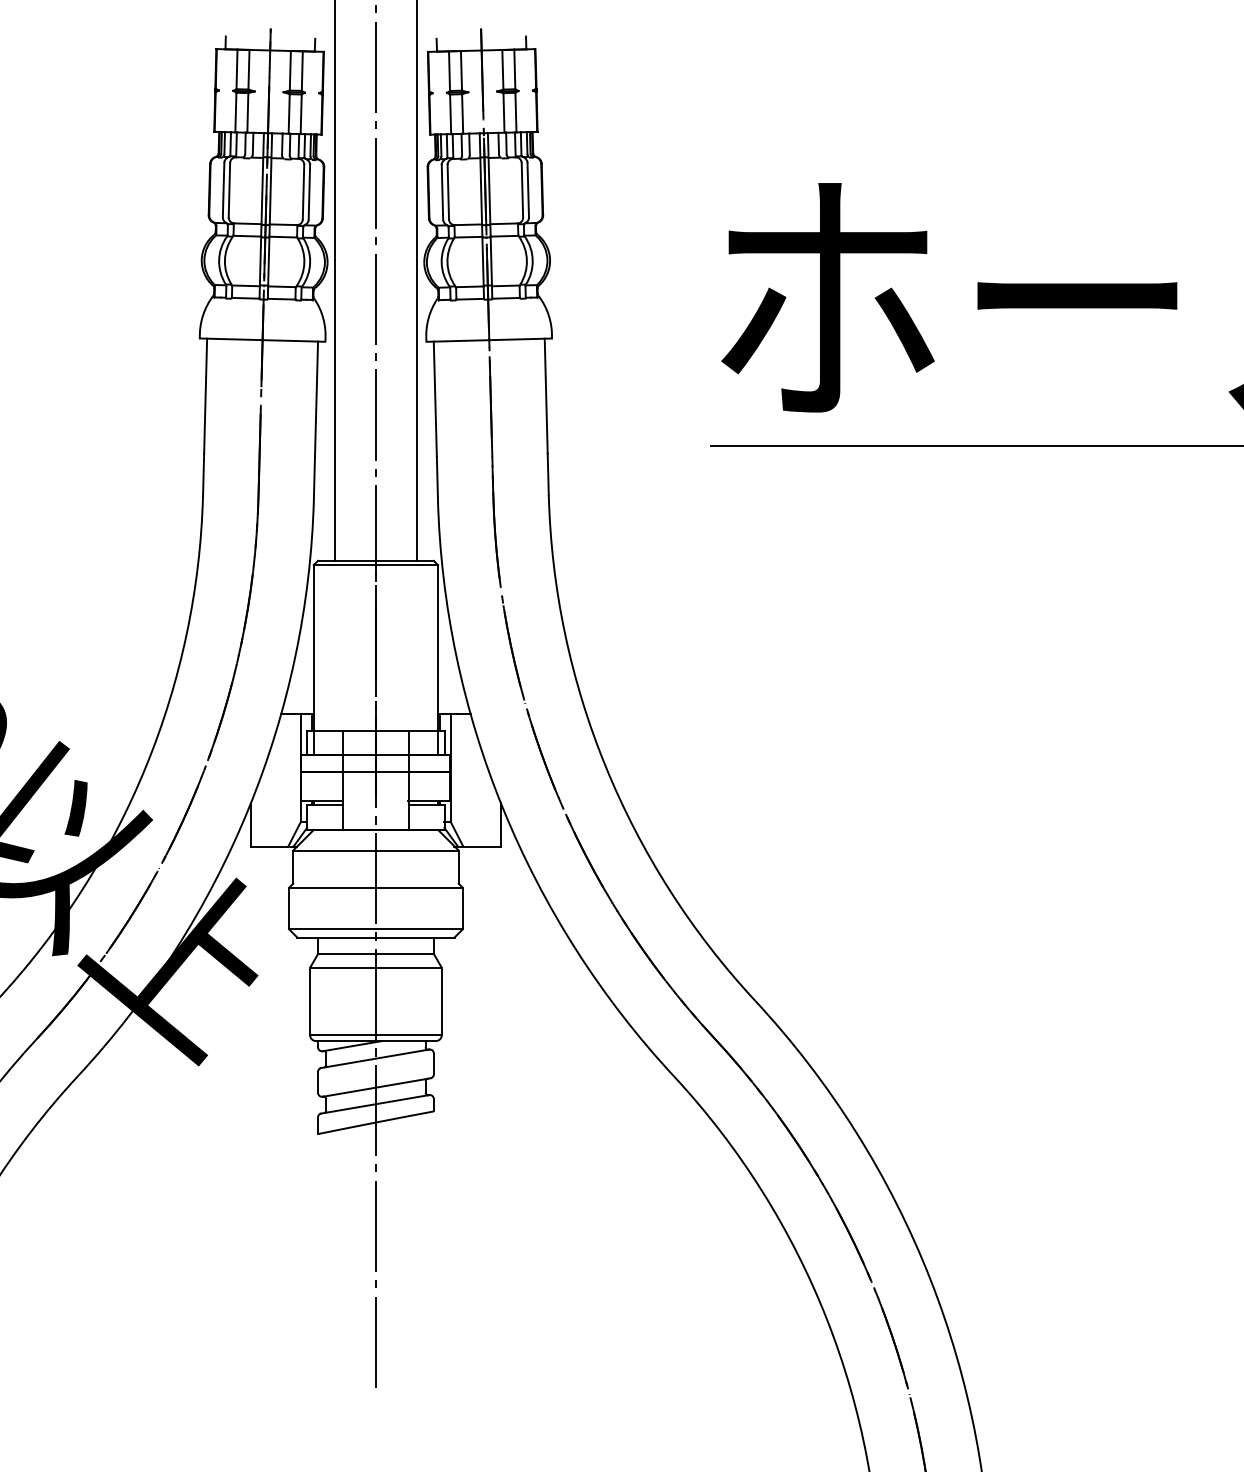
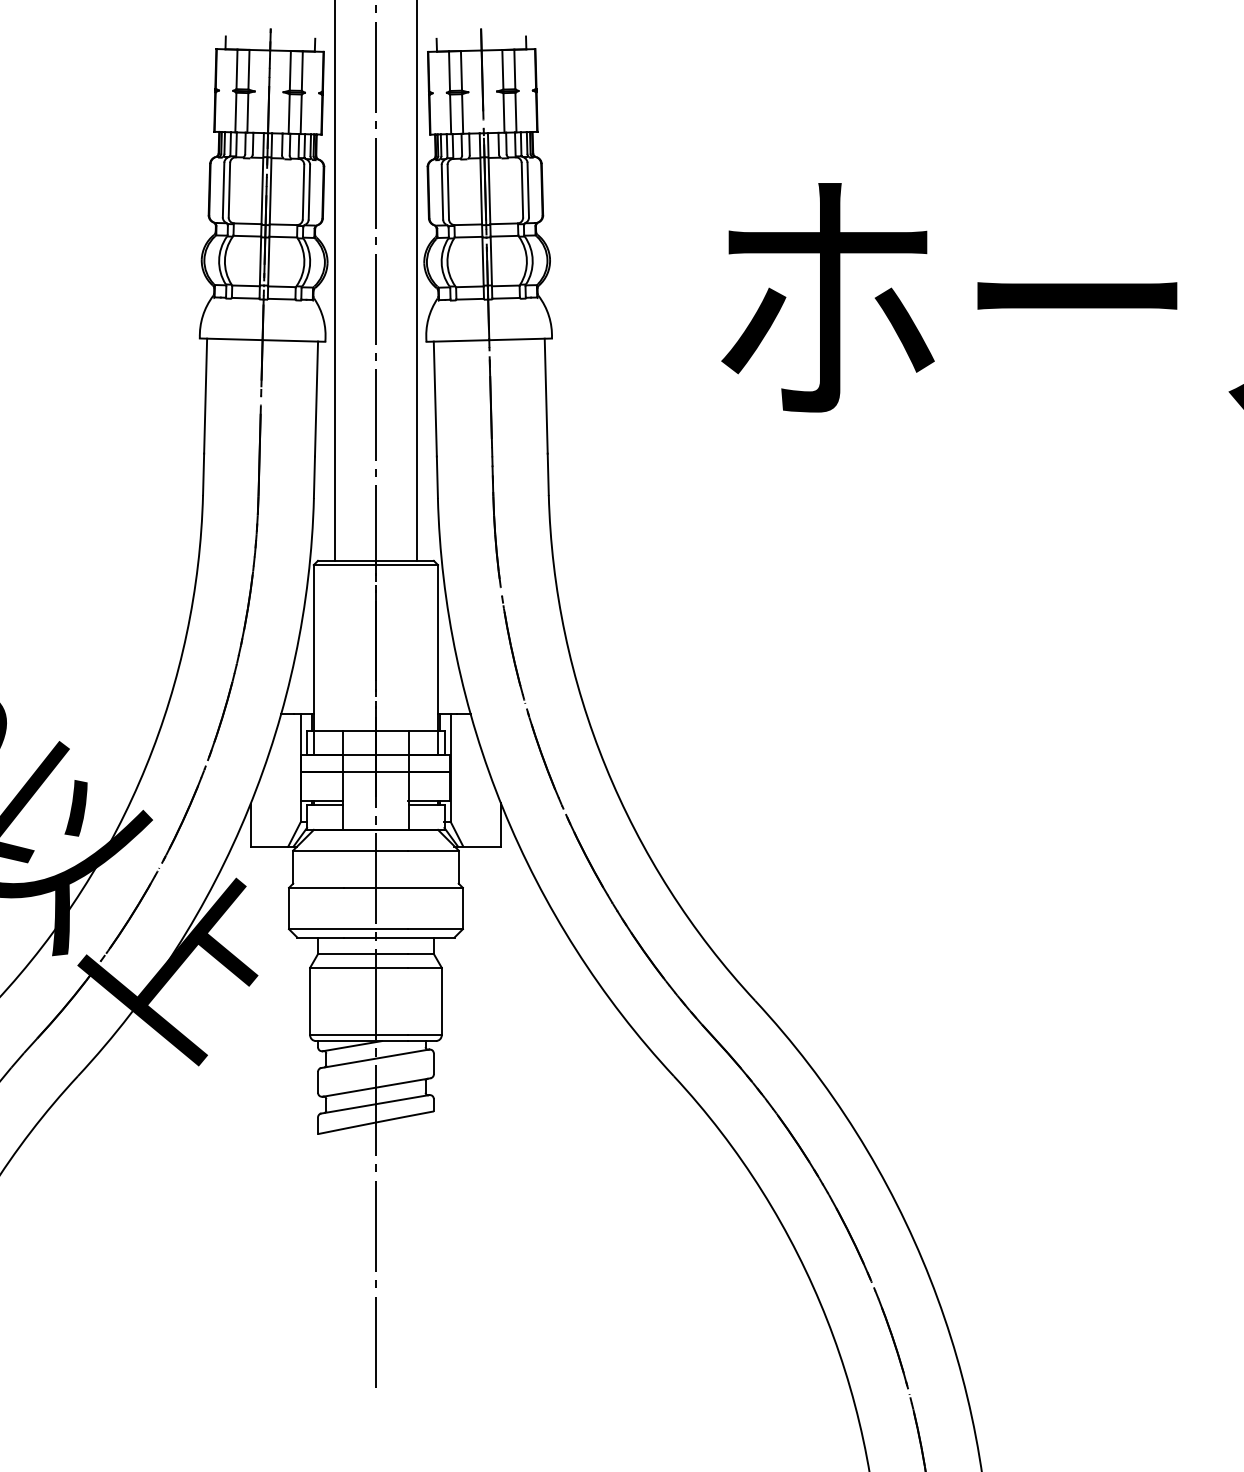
line at (975, 445): present -> none
